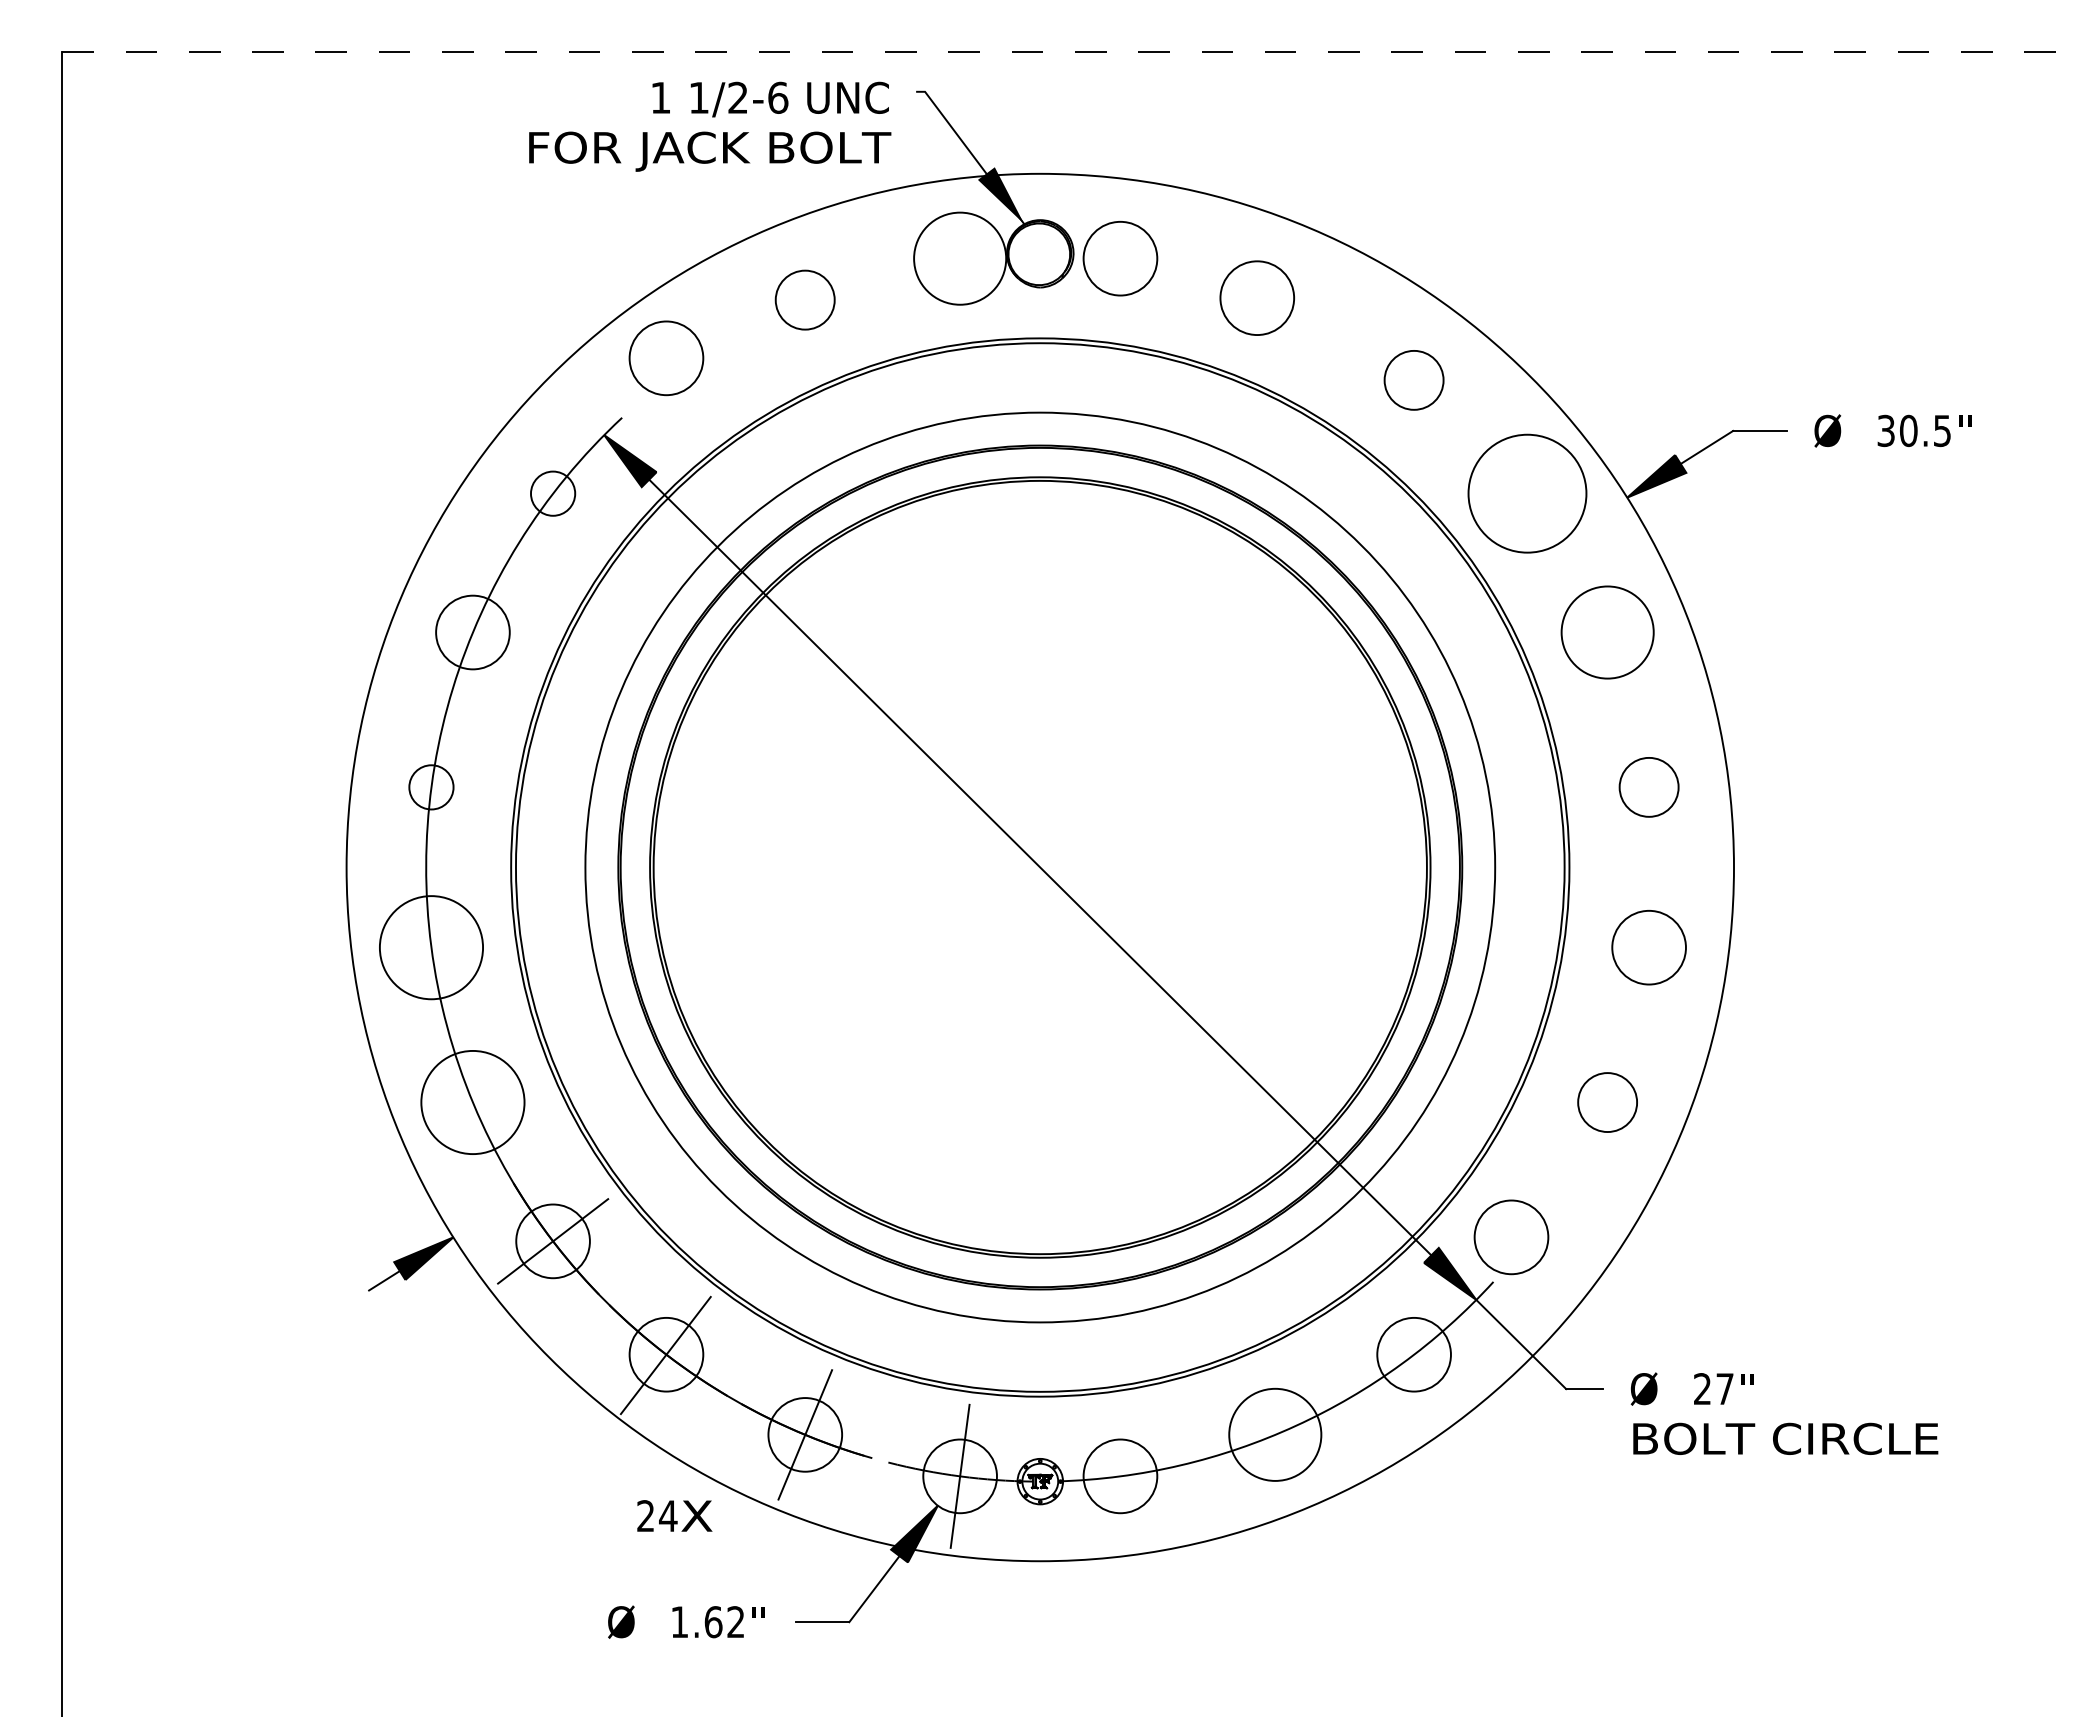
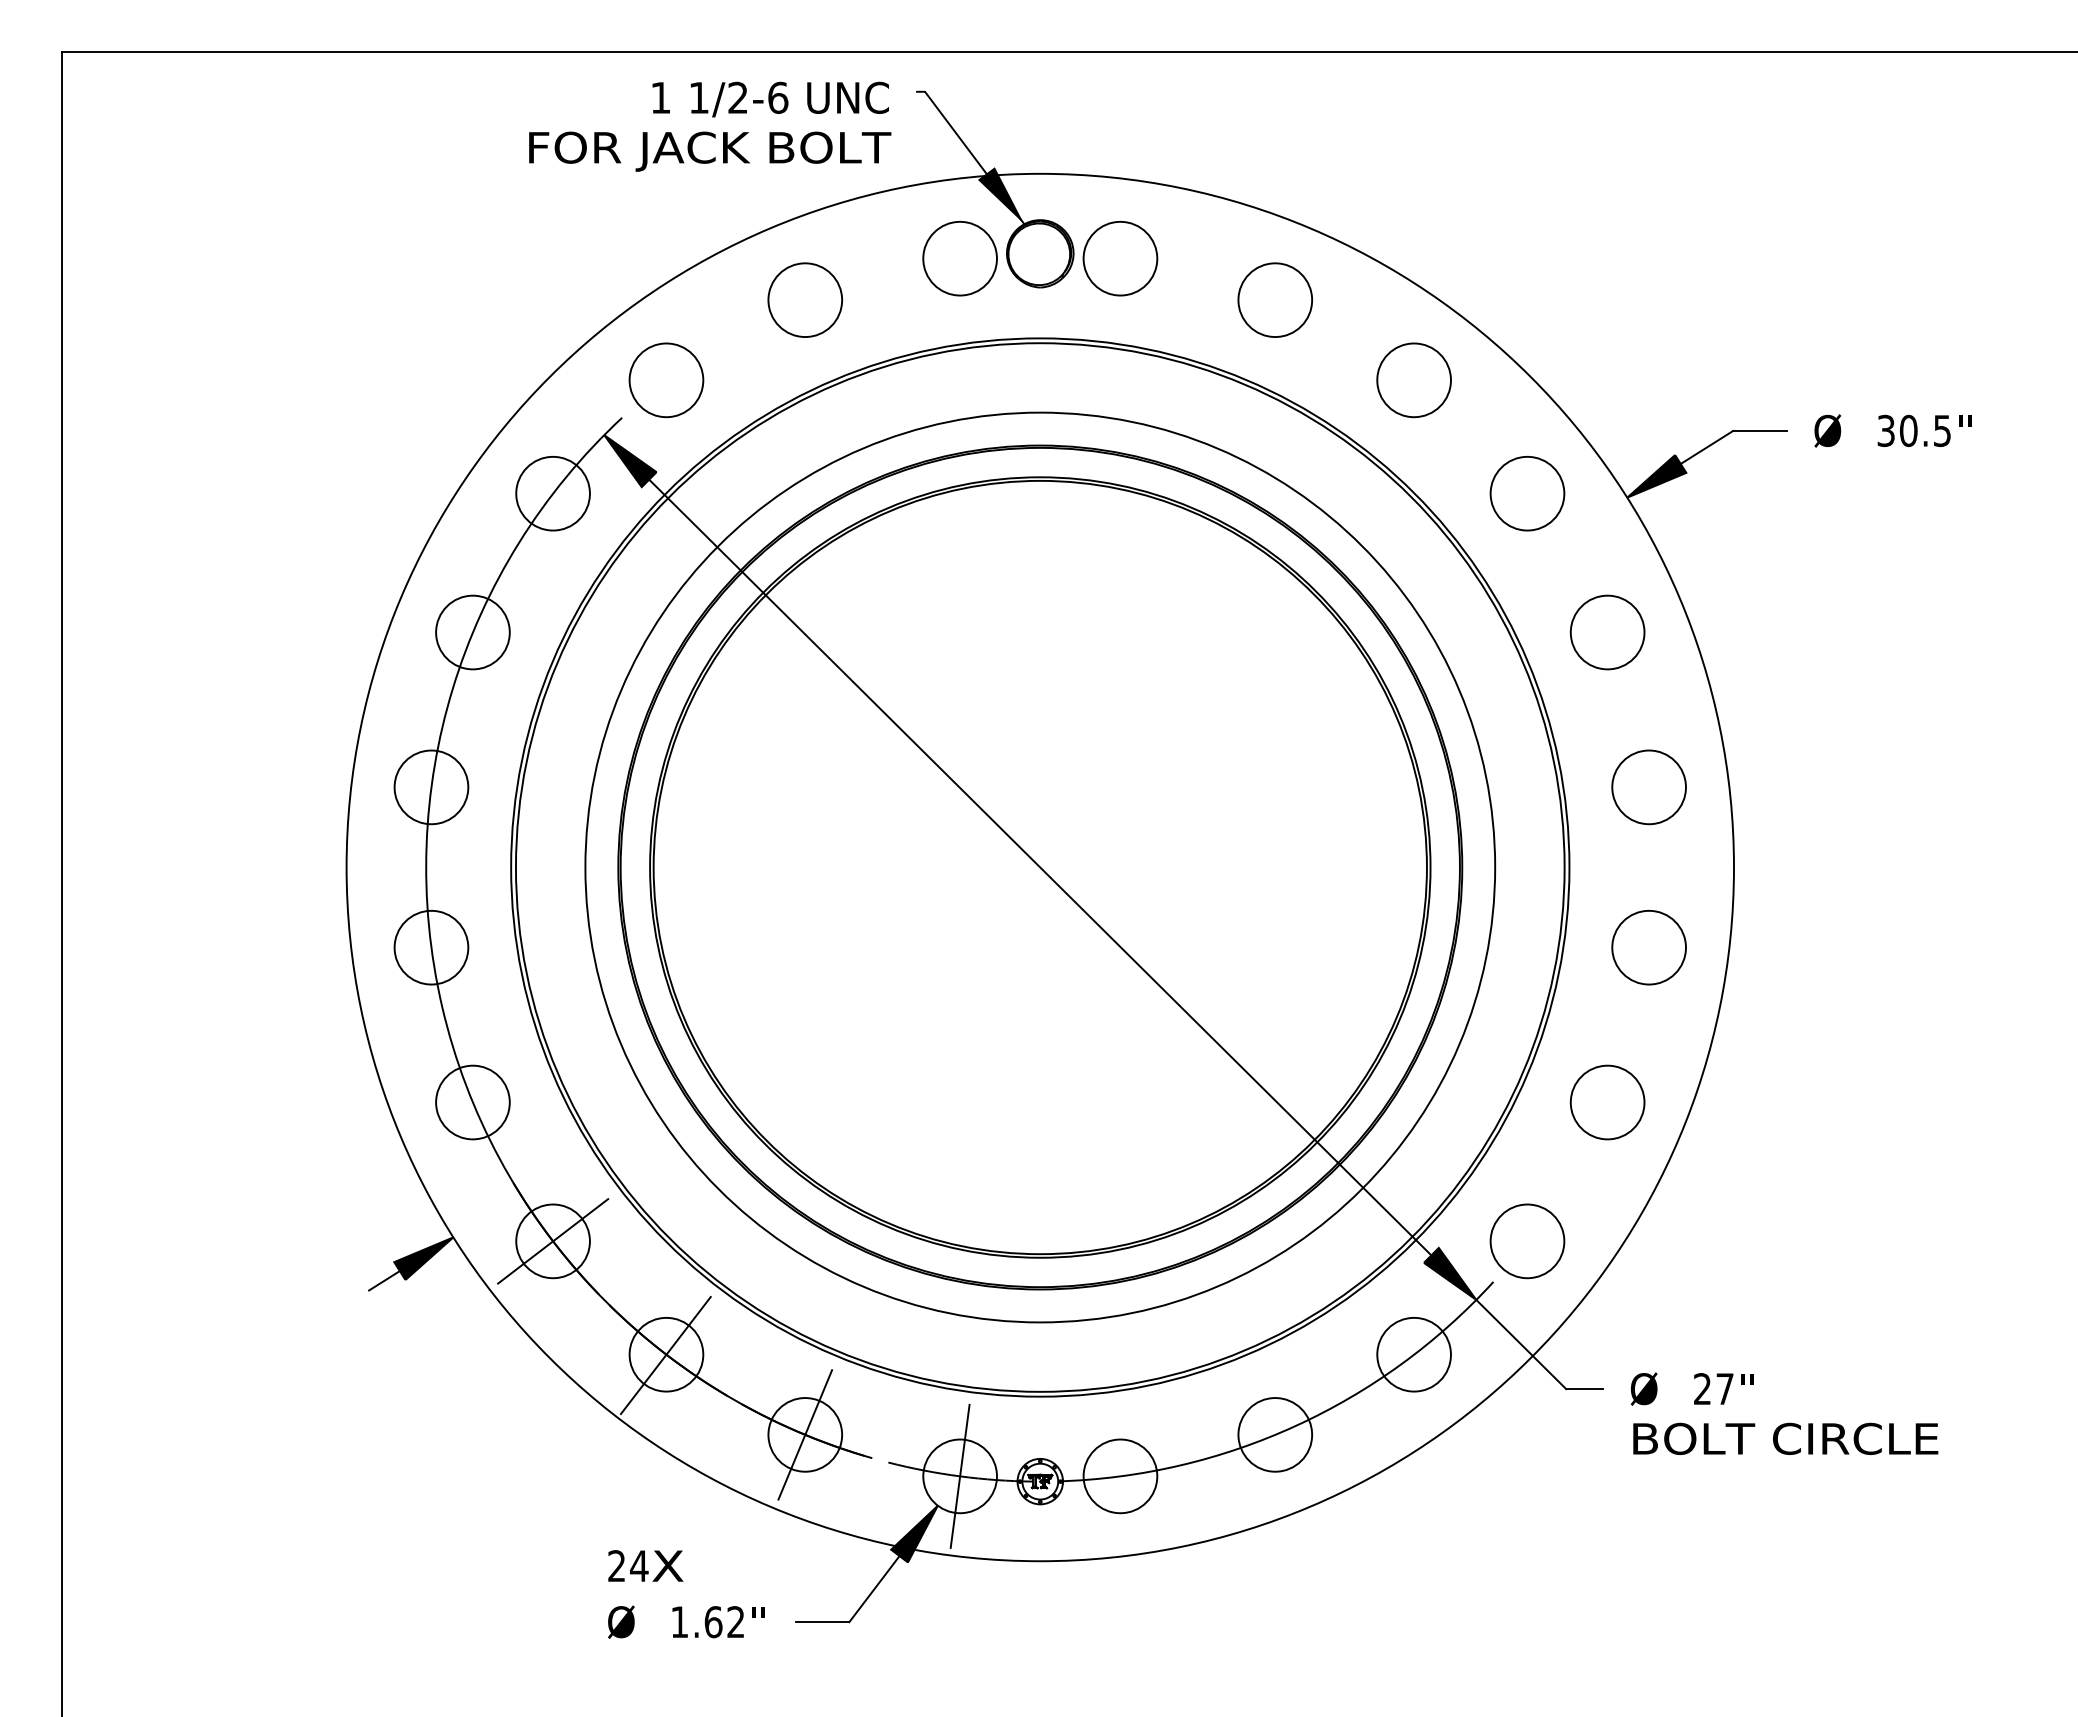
line at (1070, 51): dashed -> solid
circle at (960, 258) diameter: 92 px -> 74 px
circle at (1256, 297) position: (1256, 297) -> (1274, 299)
circle at (804, 299) size: 62x62 px -> 76x76 px
circle at (666, 358) position: (666, 358) -> (666, 380)
circle at (1413, 380) size: 62x61 px -> 76x77 px
circle at (553, 493) diameter: 44 px -> 74 px
circle at (1527, 493) diameter: 118 px -> 74 px
circle at (1607, 632) size: 95x95 px -> 77x77 px
circle at (1648, 786) diameter: 59 px -> 74 px
circle at (431, 787) diameter: 44 px -> 74 px
circle at (431, 947) diameter: 103 px -> 74 px
circle at (472, 1102) diameter: 103 px -> 74 px
circle at (1607, 1102) diameter: 59 px -> 74 px
circle at (1511, 1237) position: (1511, 1237) -> (1527, 1241)
circle at (1275, 1434) diameter: 92 px -> 74 px
text at (674, 1515) position: (674, 1515) -> (645, 1565)
